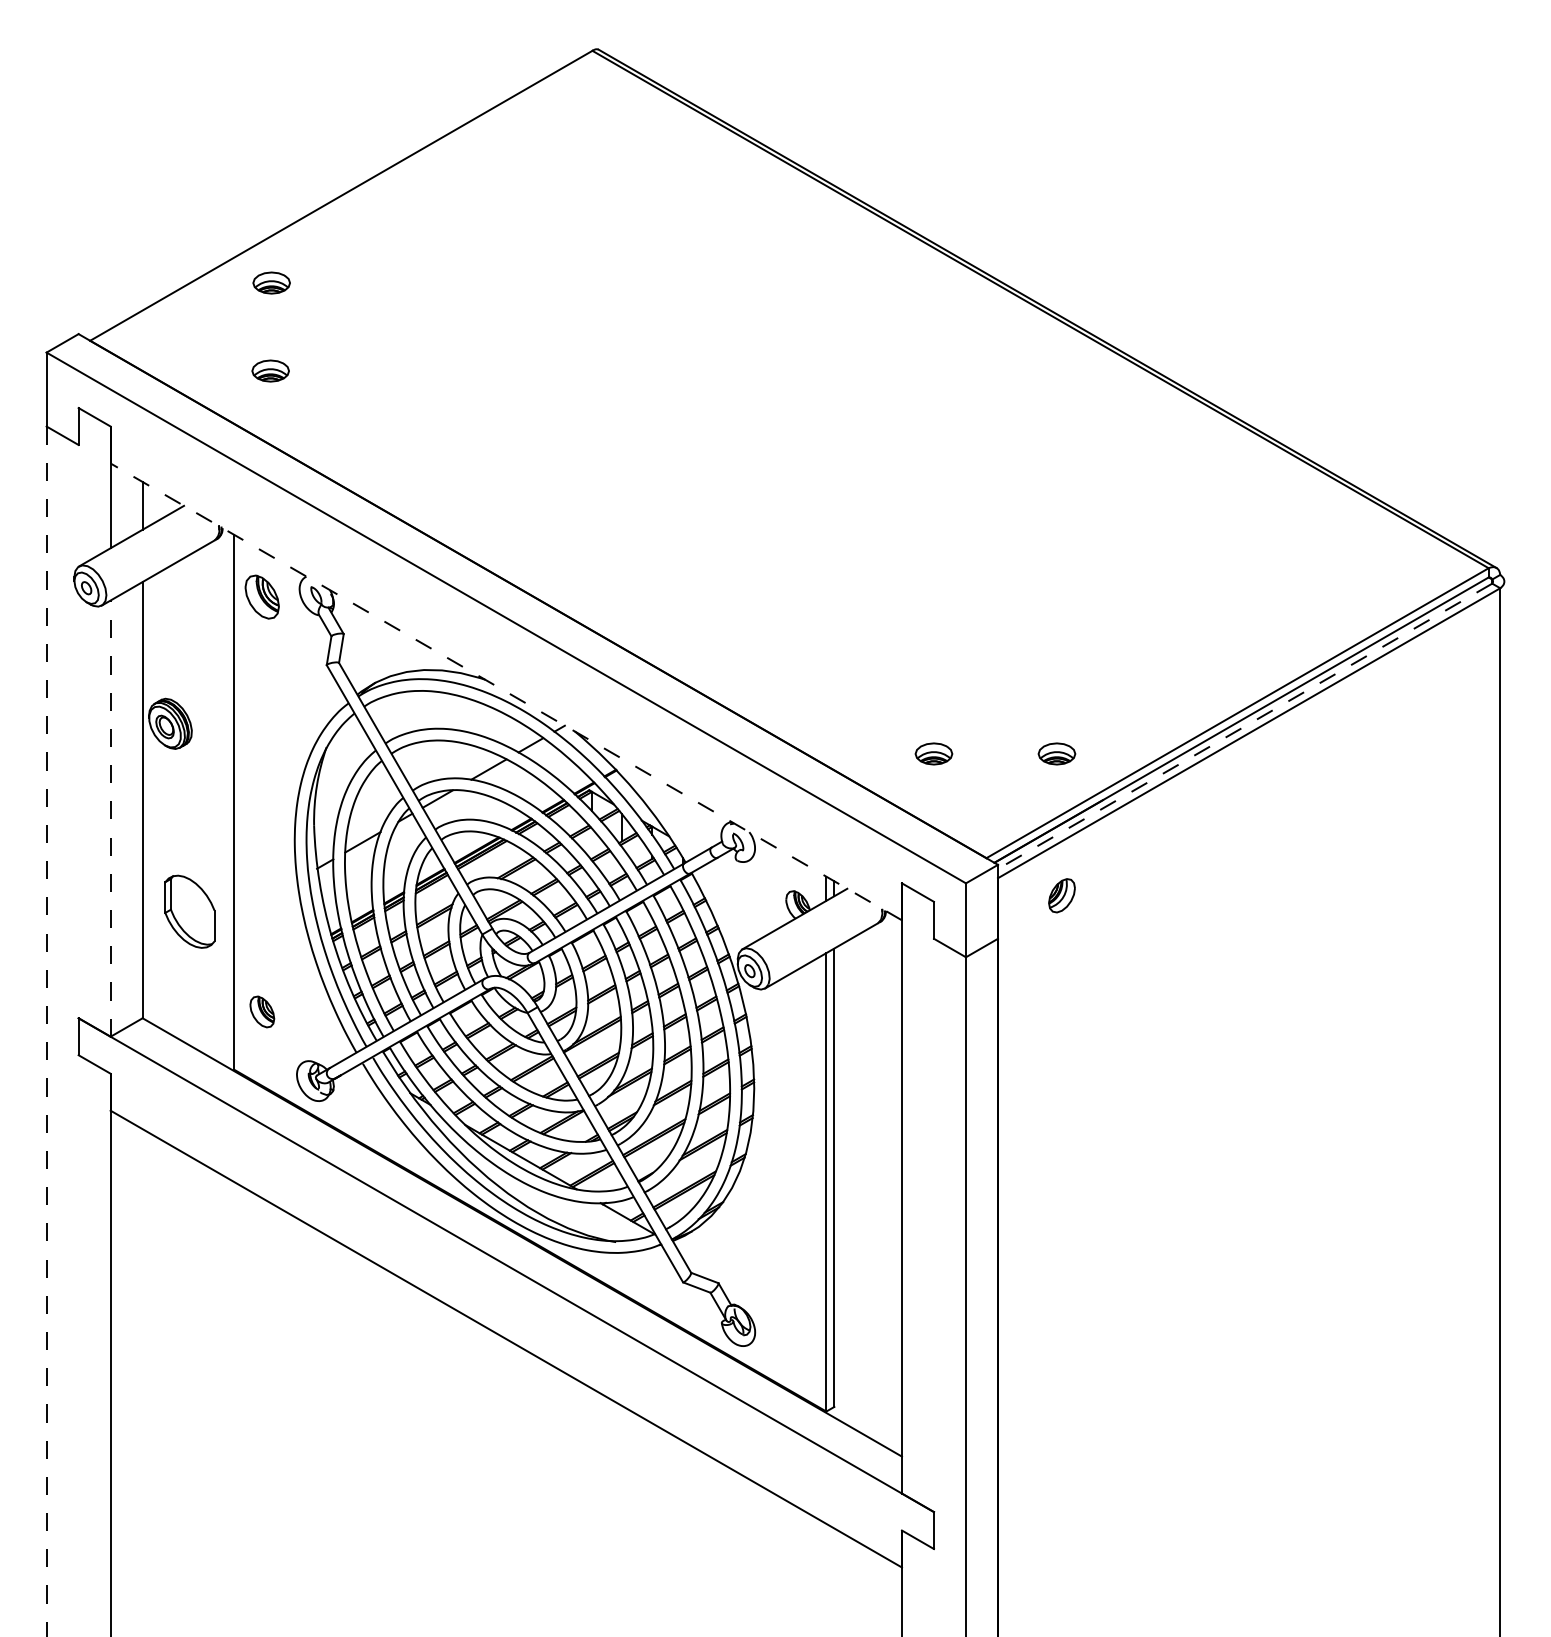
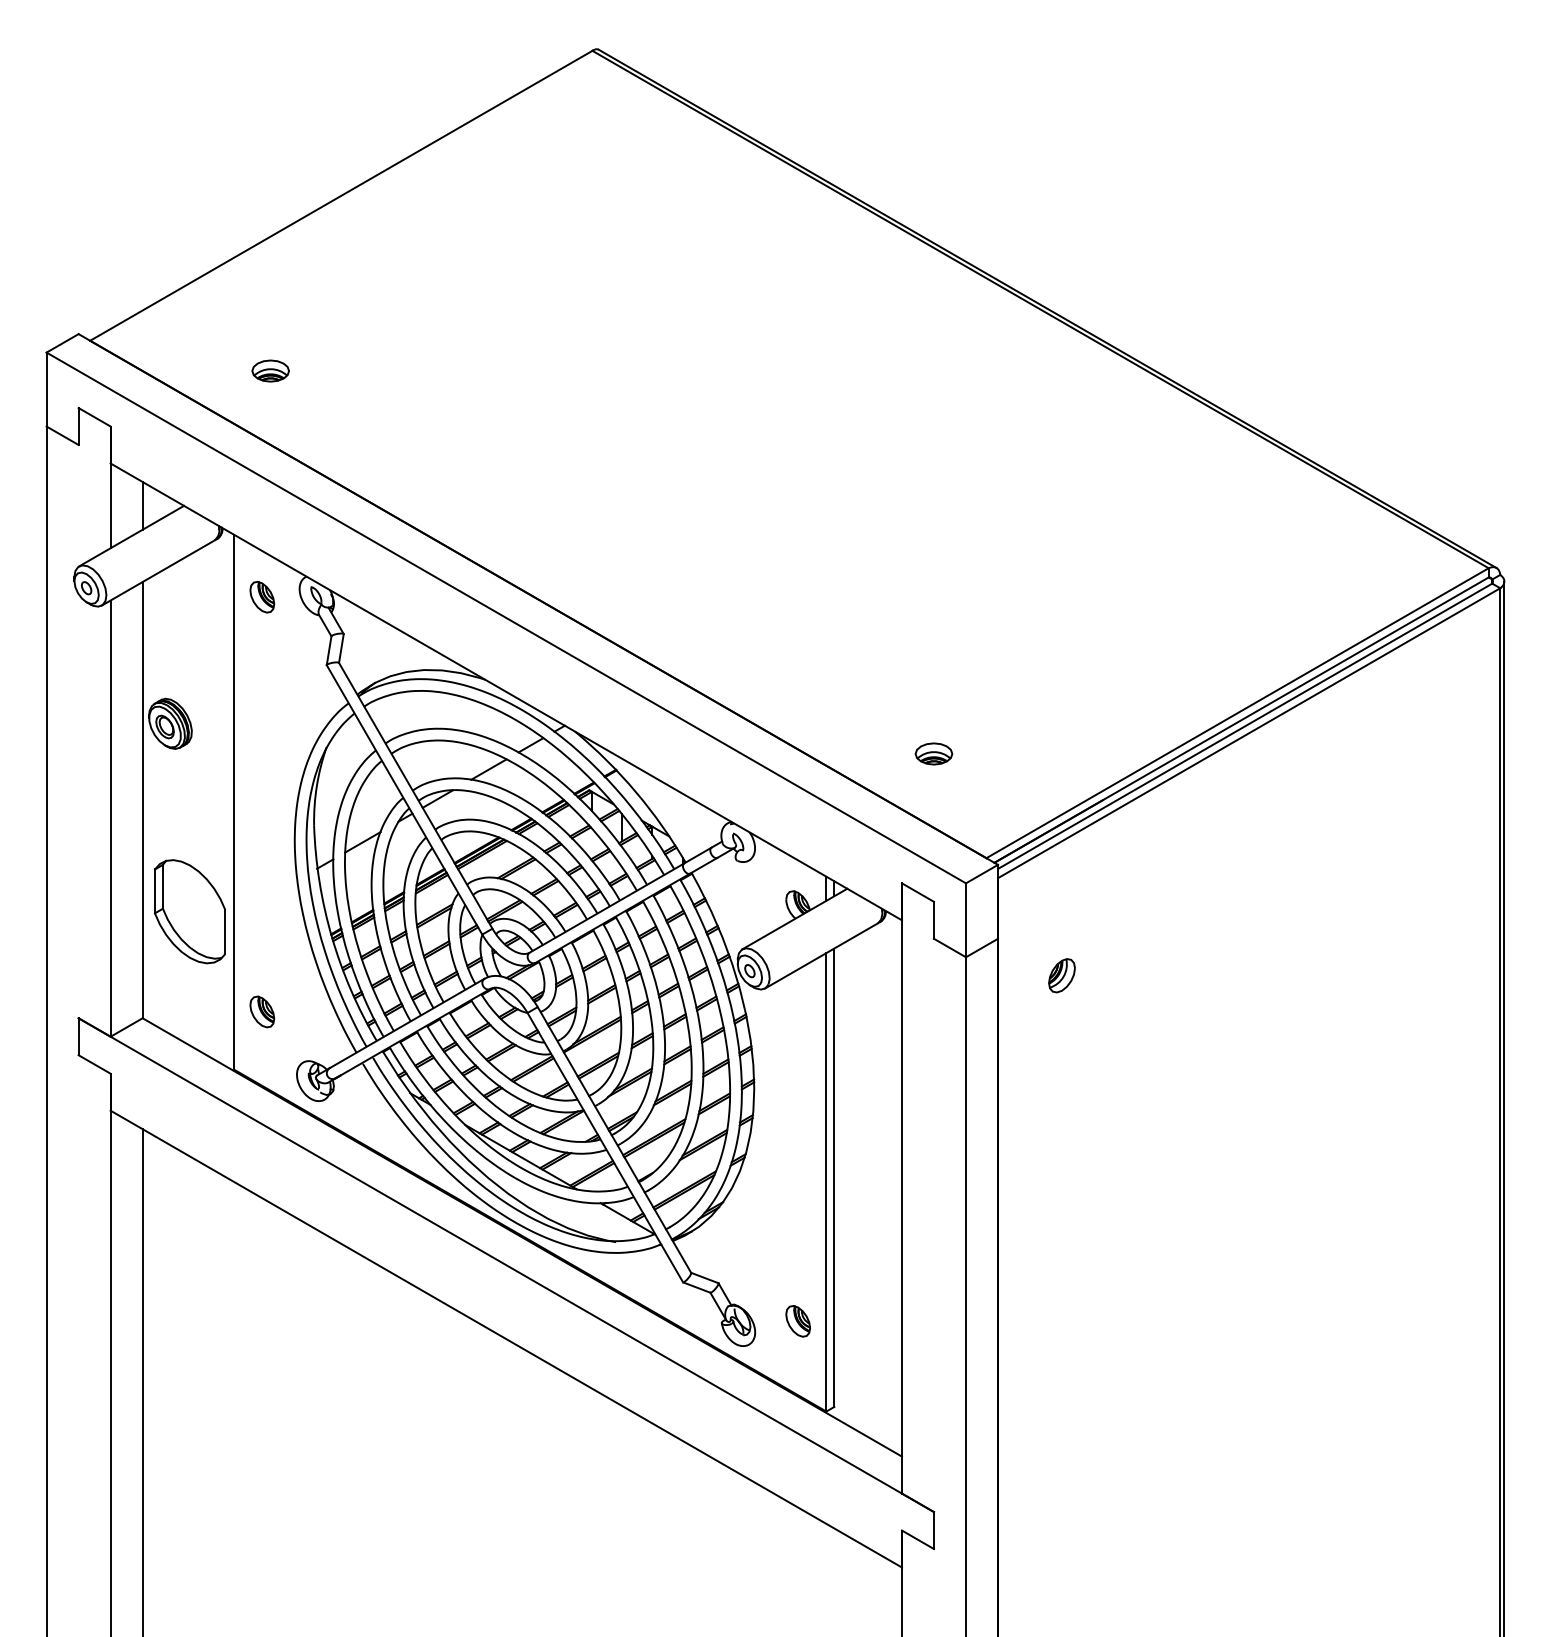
part at (271, 282): present -> none
part at (261, 596) size: 36x46 px -> 27x33 px
line at (506, 691): dashed -> solid
line at (1244, 726): dashed -> solid
part at (1056, 753): present -> none
line at (110, 818): dashed -> solid
part at (1061, 895) position: (1061, 895) -> (1061, 975)
part at (189, 911) size: 52x75 px -> 73x106 px
line at (46, 1031): dashed -> solid
line at (1504, 1107): none -> present
part at (797, 1321): none -> present
line at (142, 1381): none -> present
